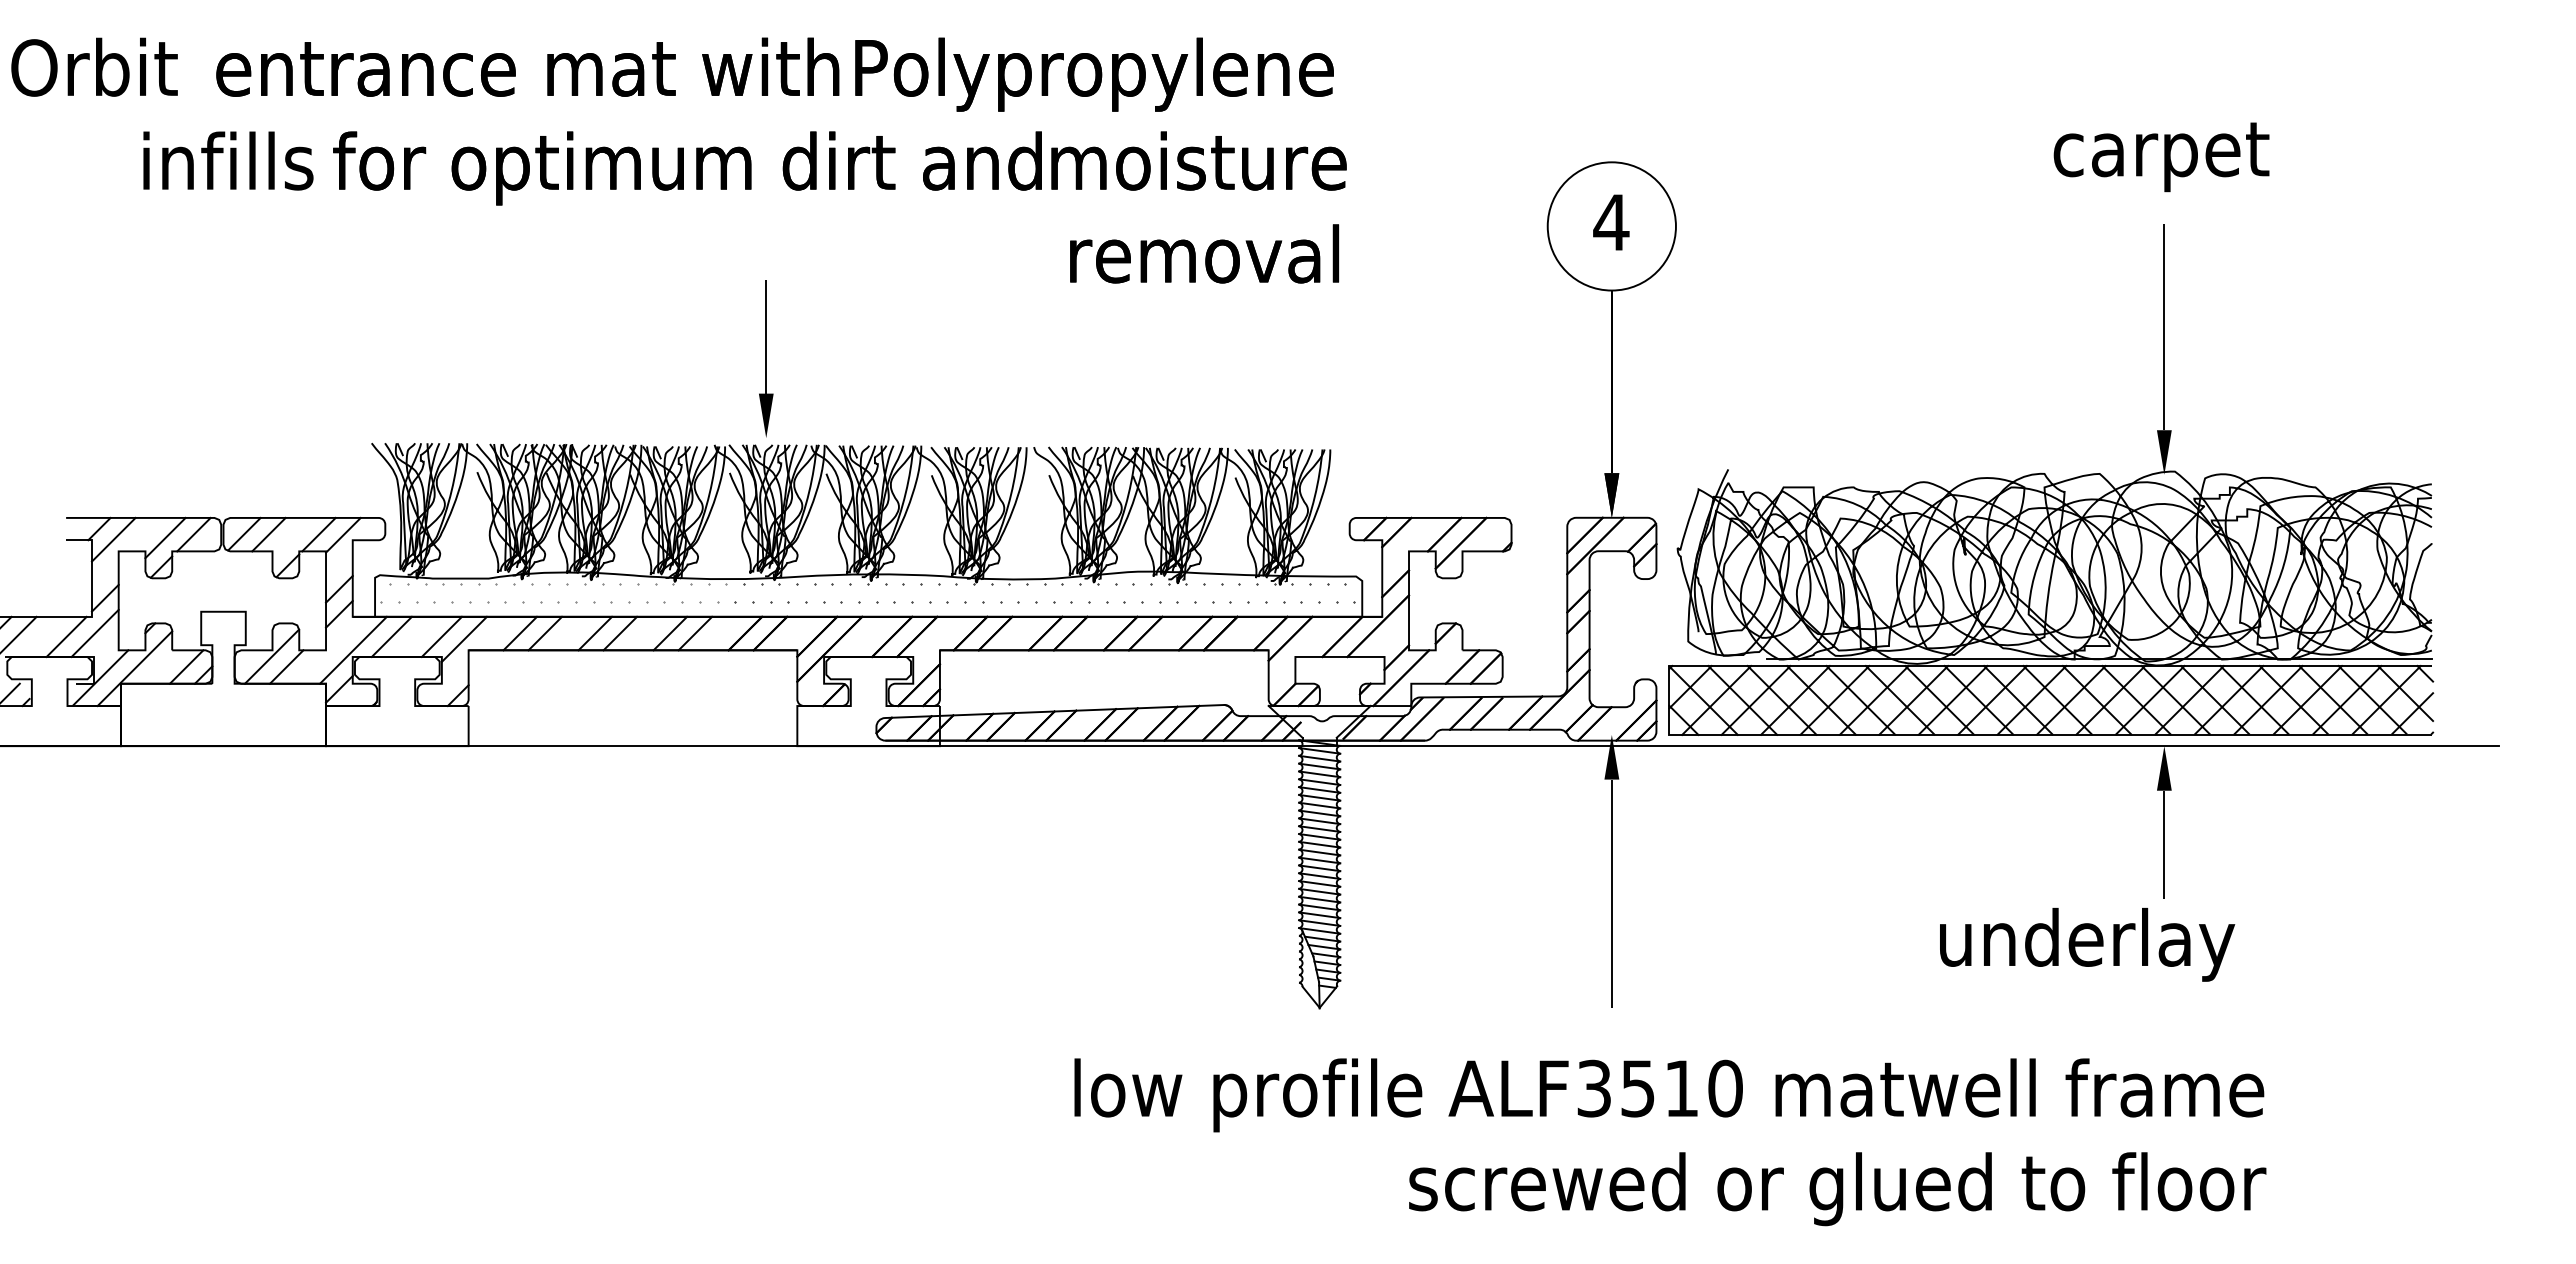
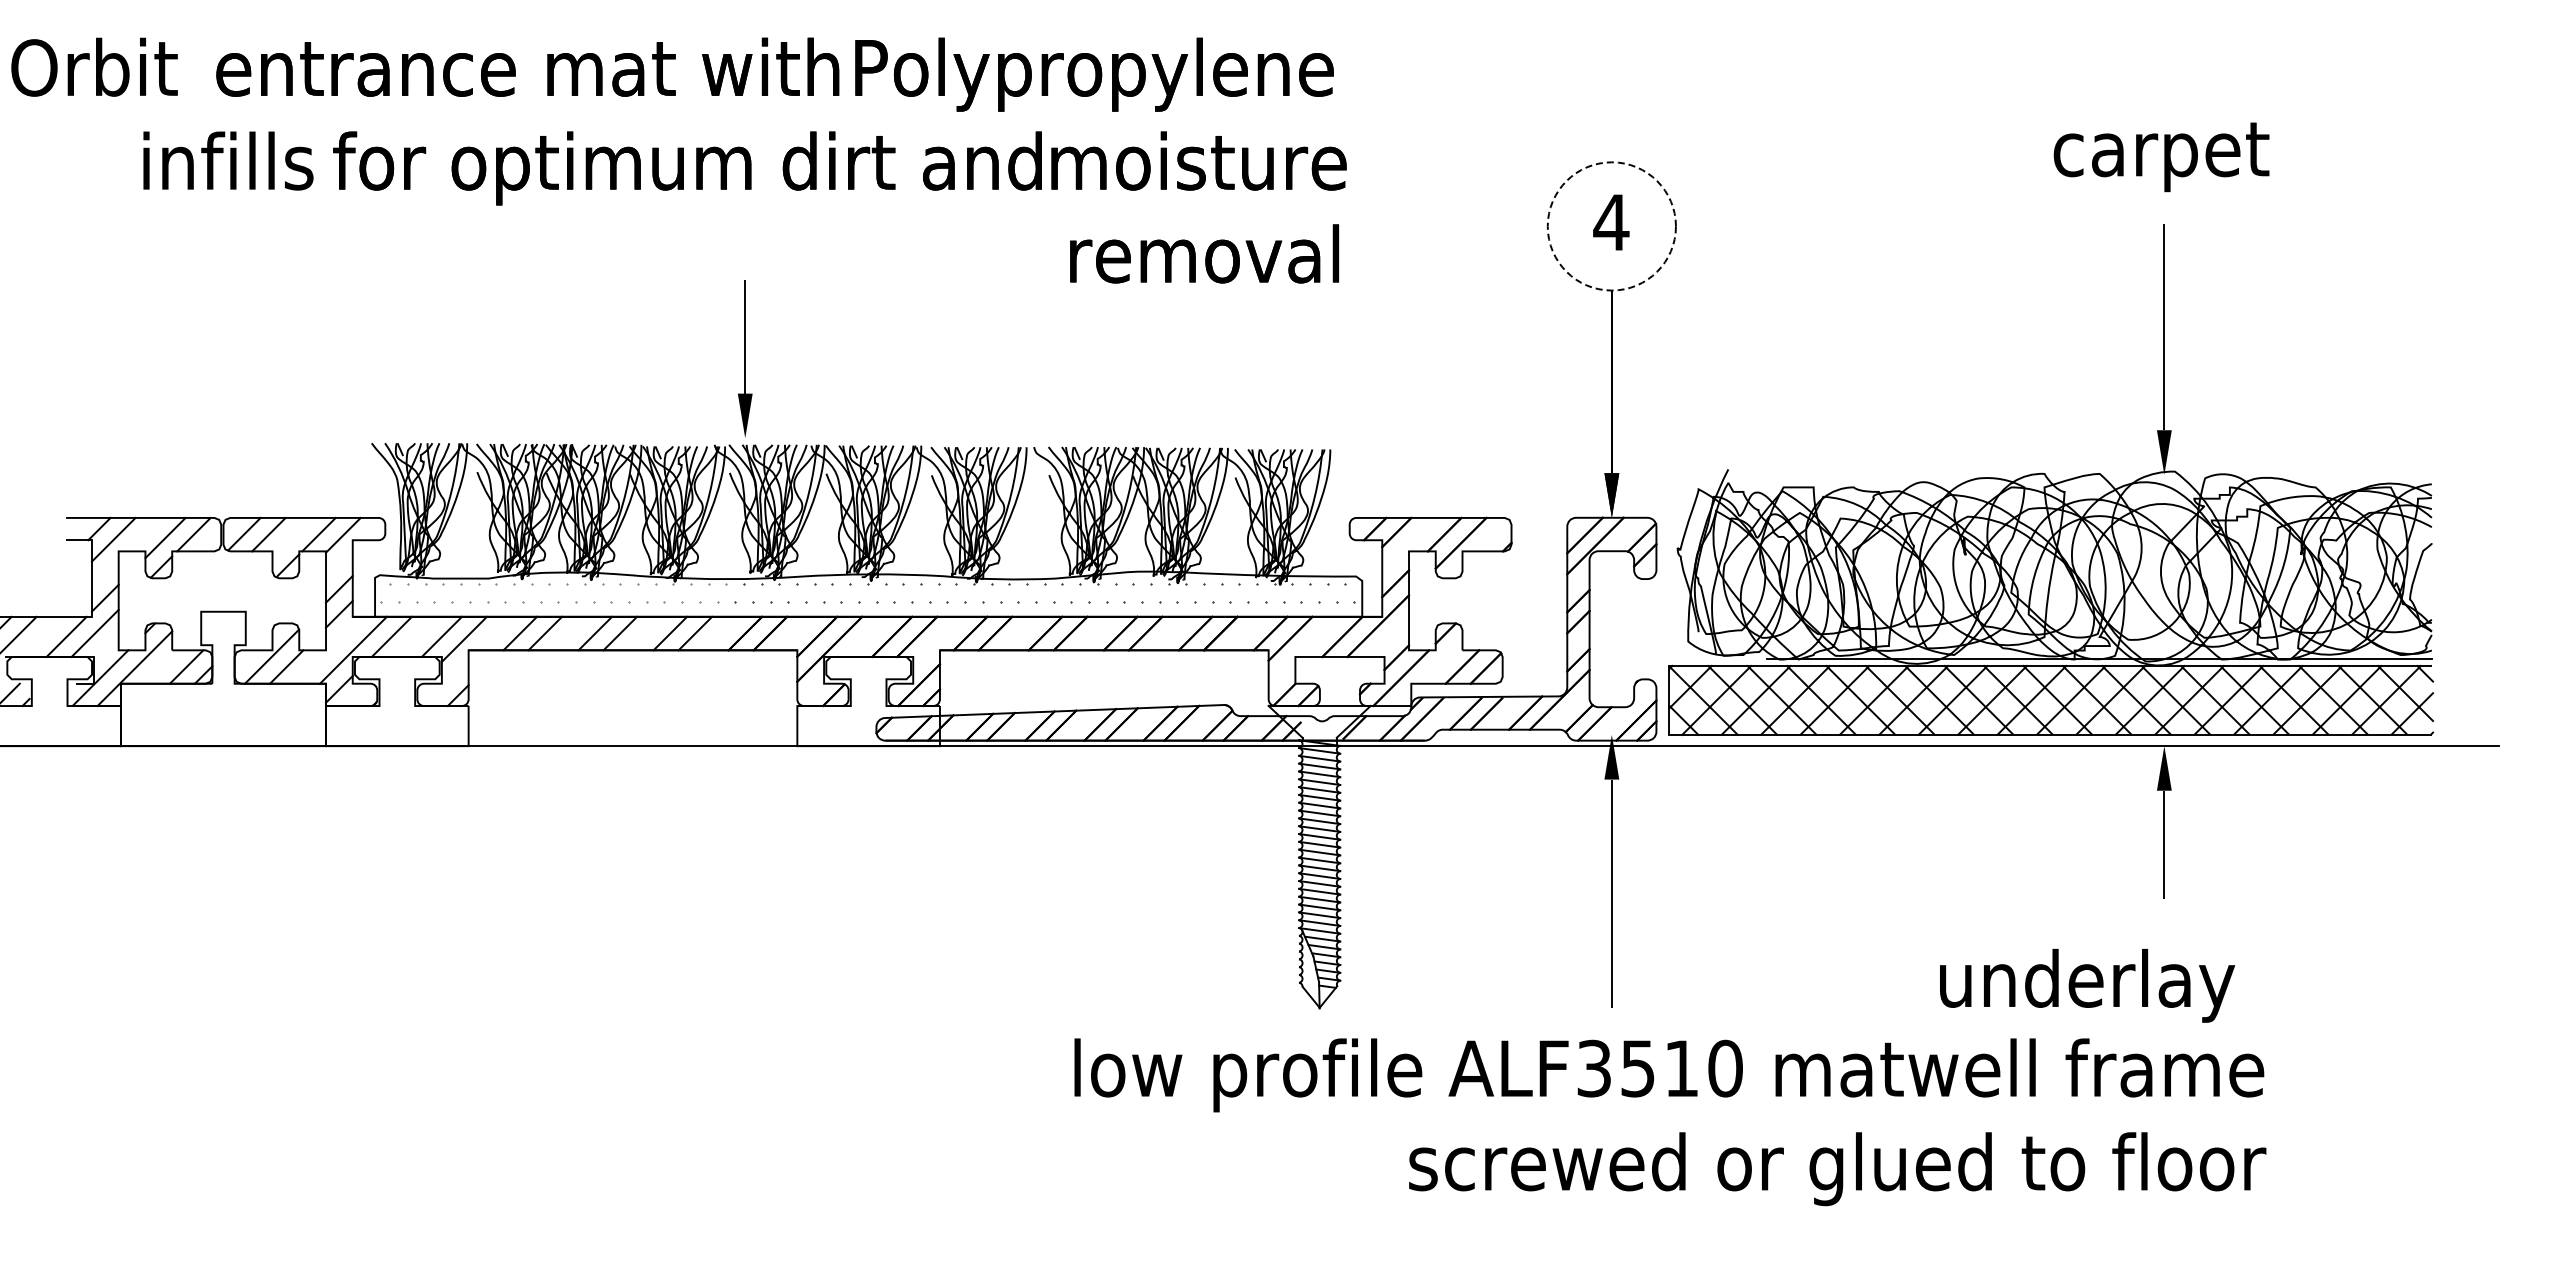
circle at (1611, 226): solid -> dashed
part at (766, 358) position: (766, 358) -> (745, 358)
text at (2087, 944) position: (2087, 944) -> (2087, 985)
text at (1670, 1142) position: (1670, 1142) -> (1670, 1122)
